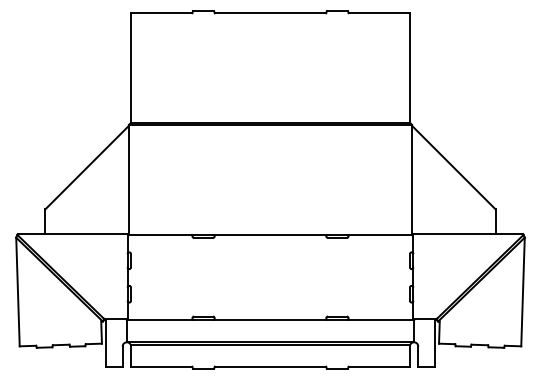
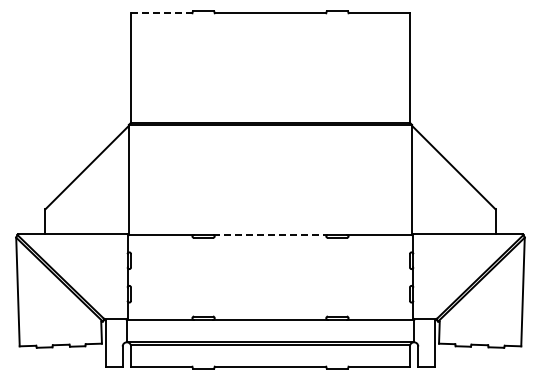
line at (161, 13): solid -> dashed
line at (270, 234): solid -> dashed
